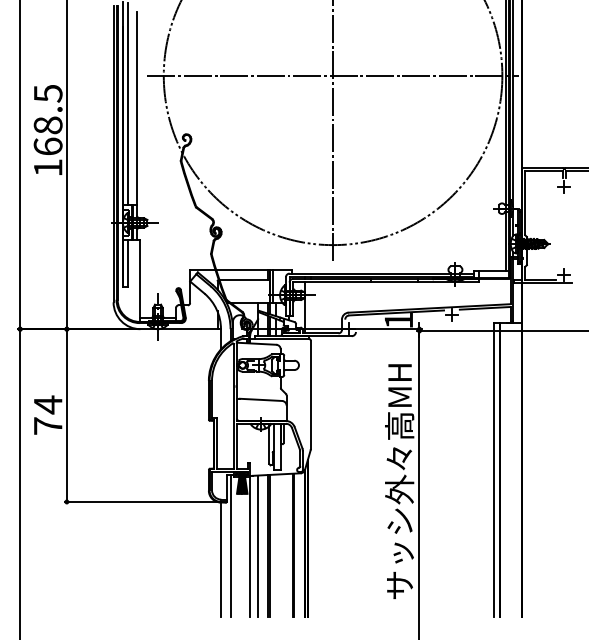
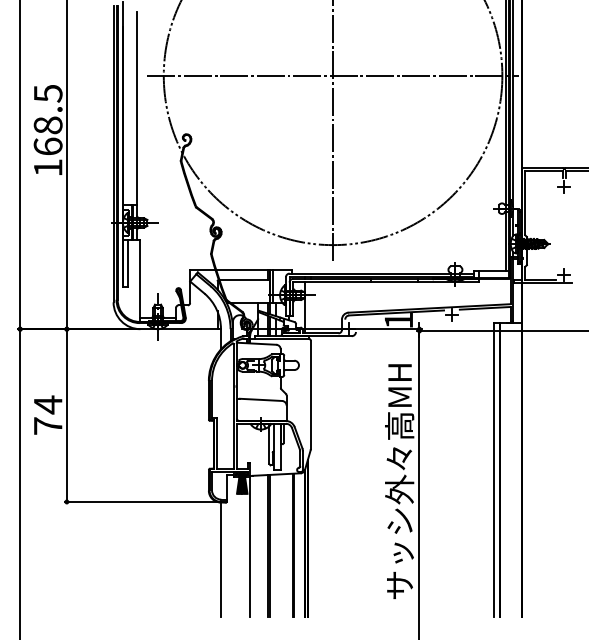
line at (127, 104): present -> none
line at (230, 545): present -> none
line at (258, 546): present -> none
